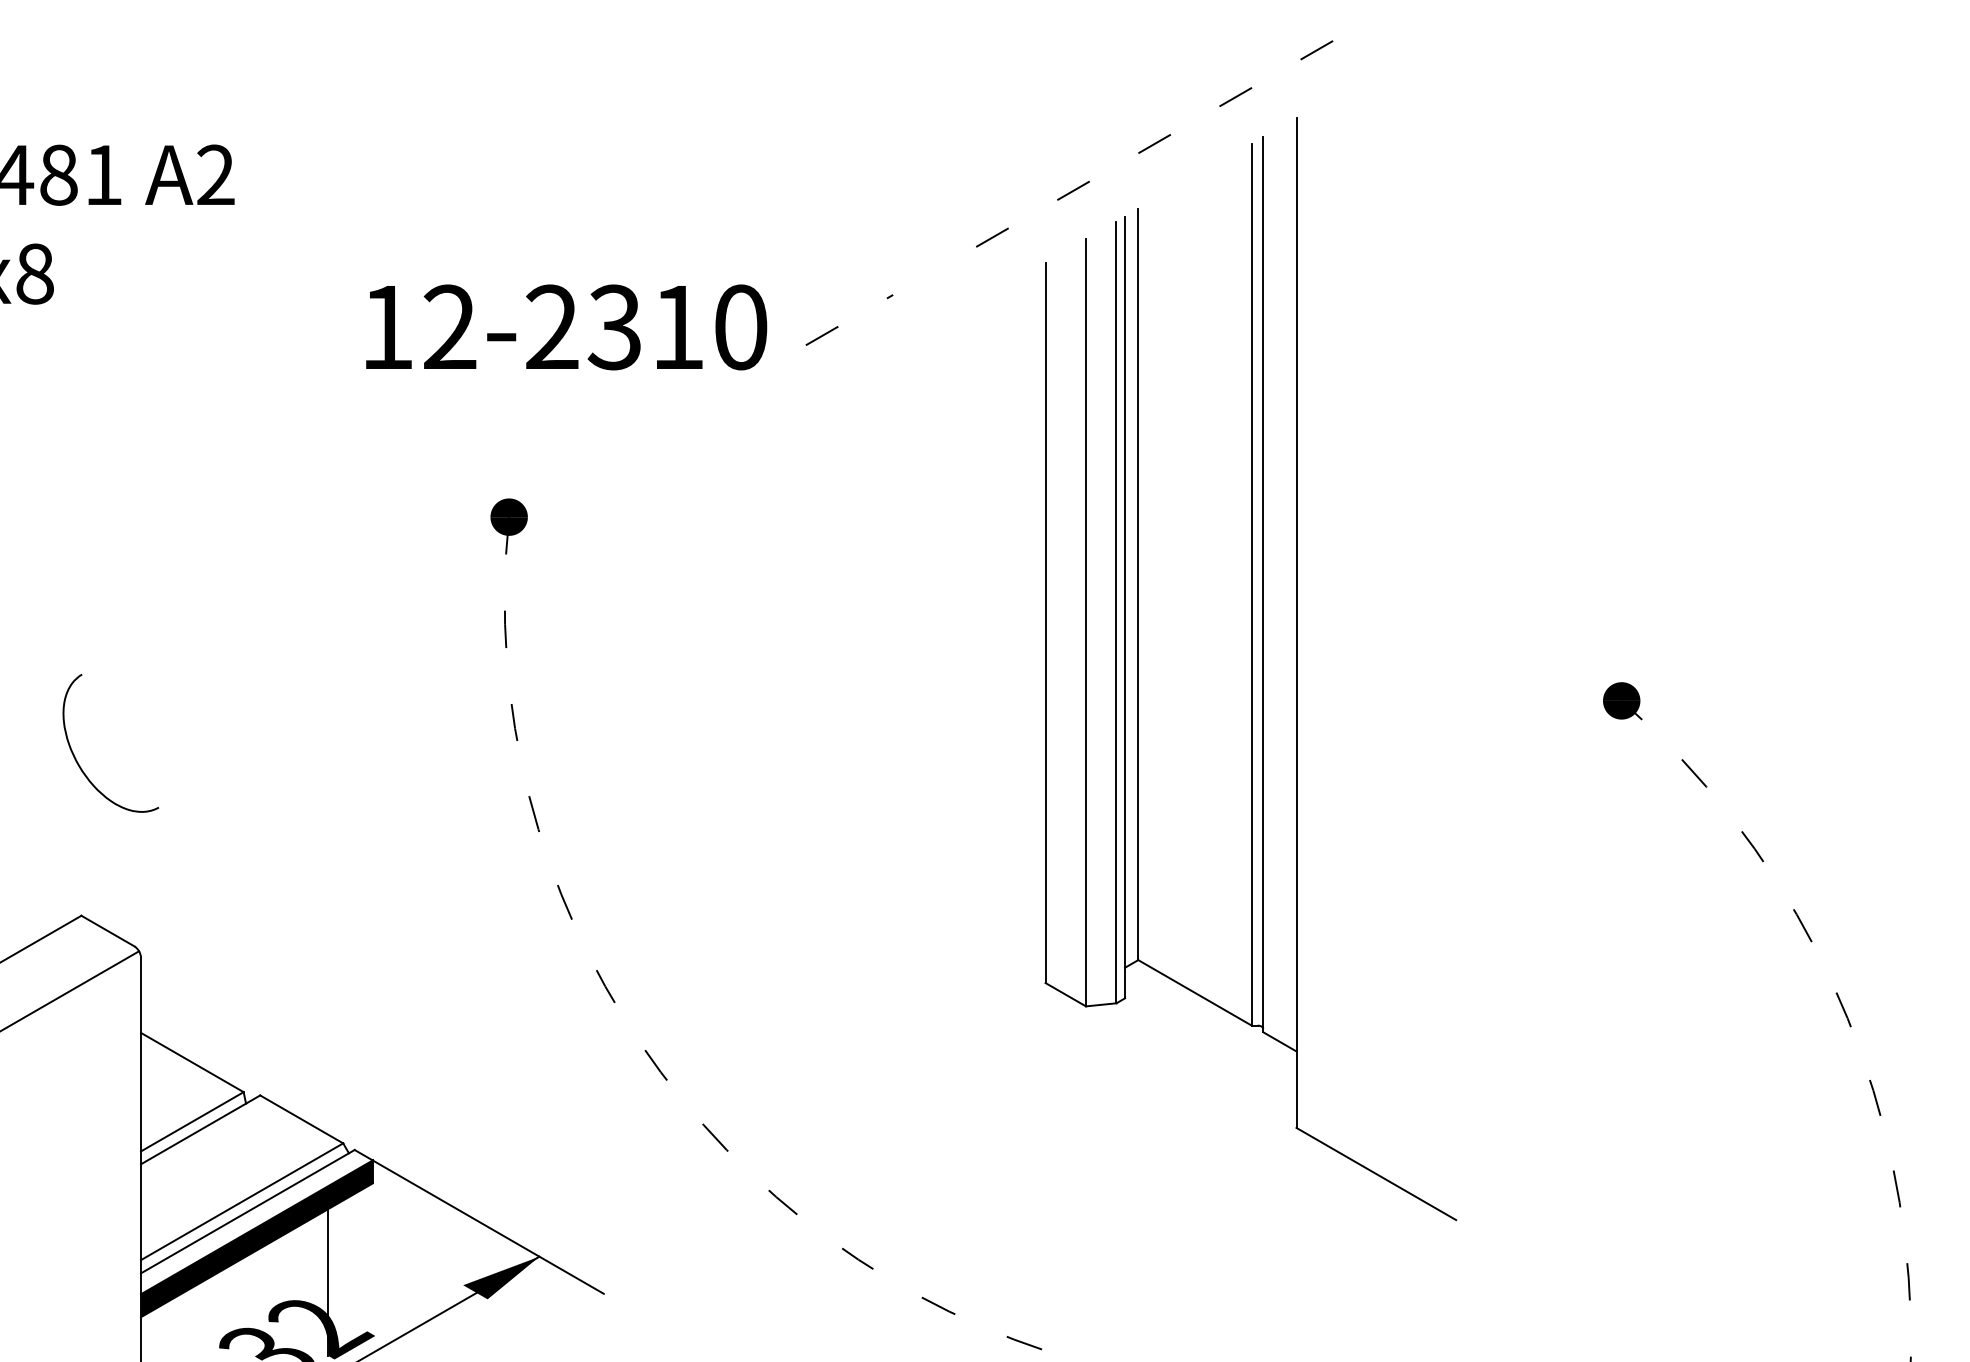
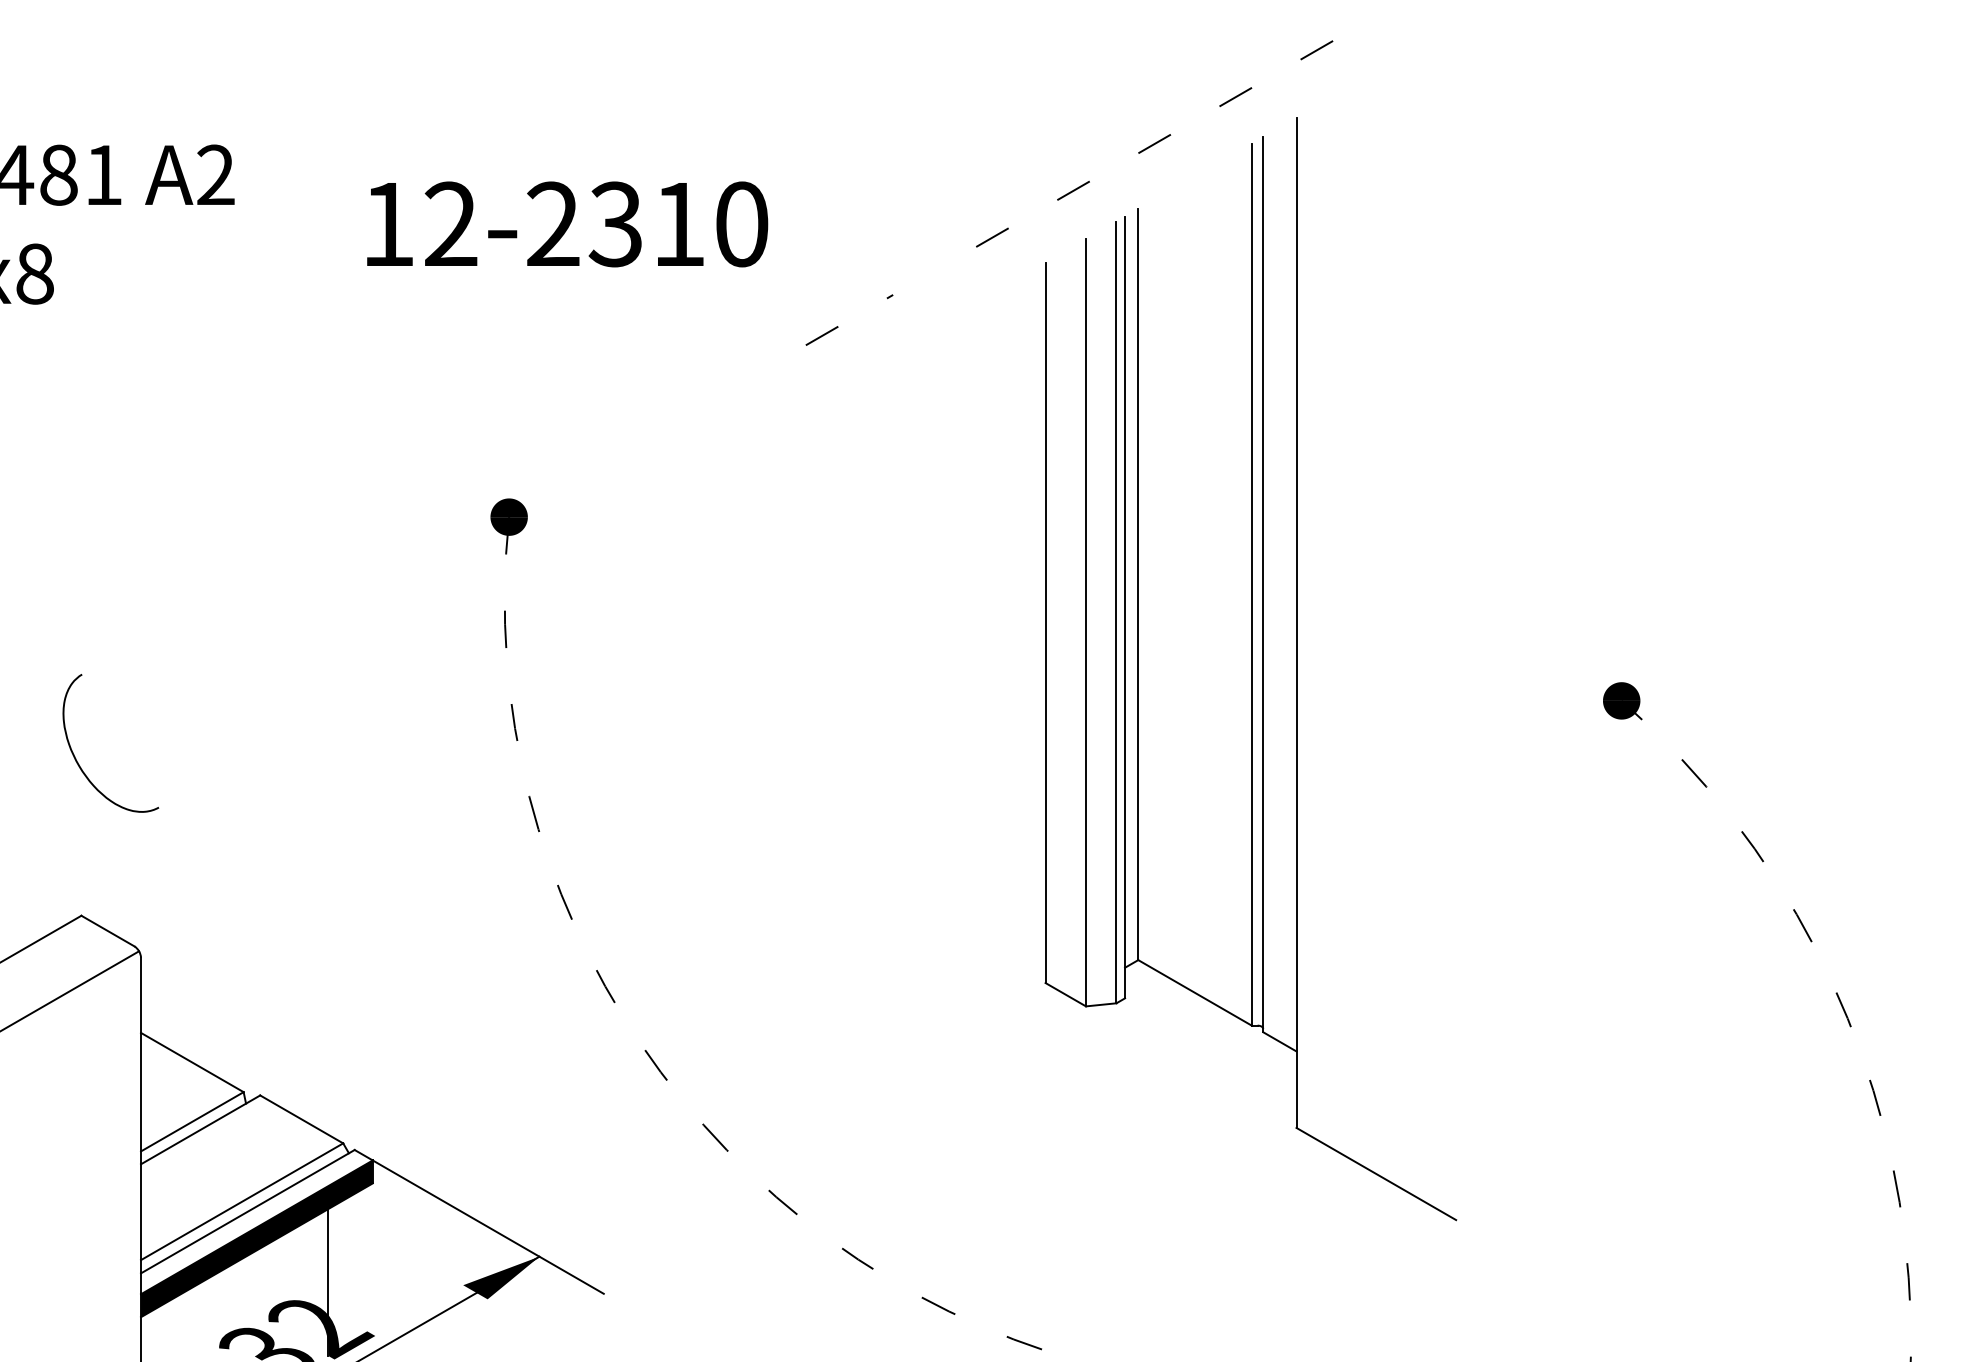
text at (566, 327) position: (566, 327) -> (567, 224)
